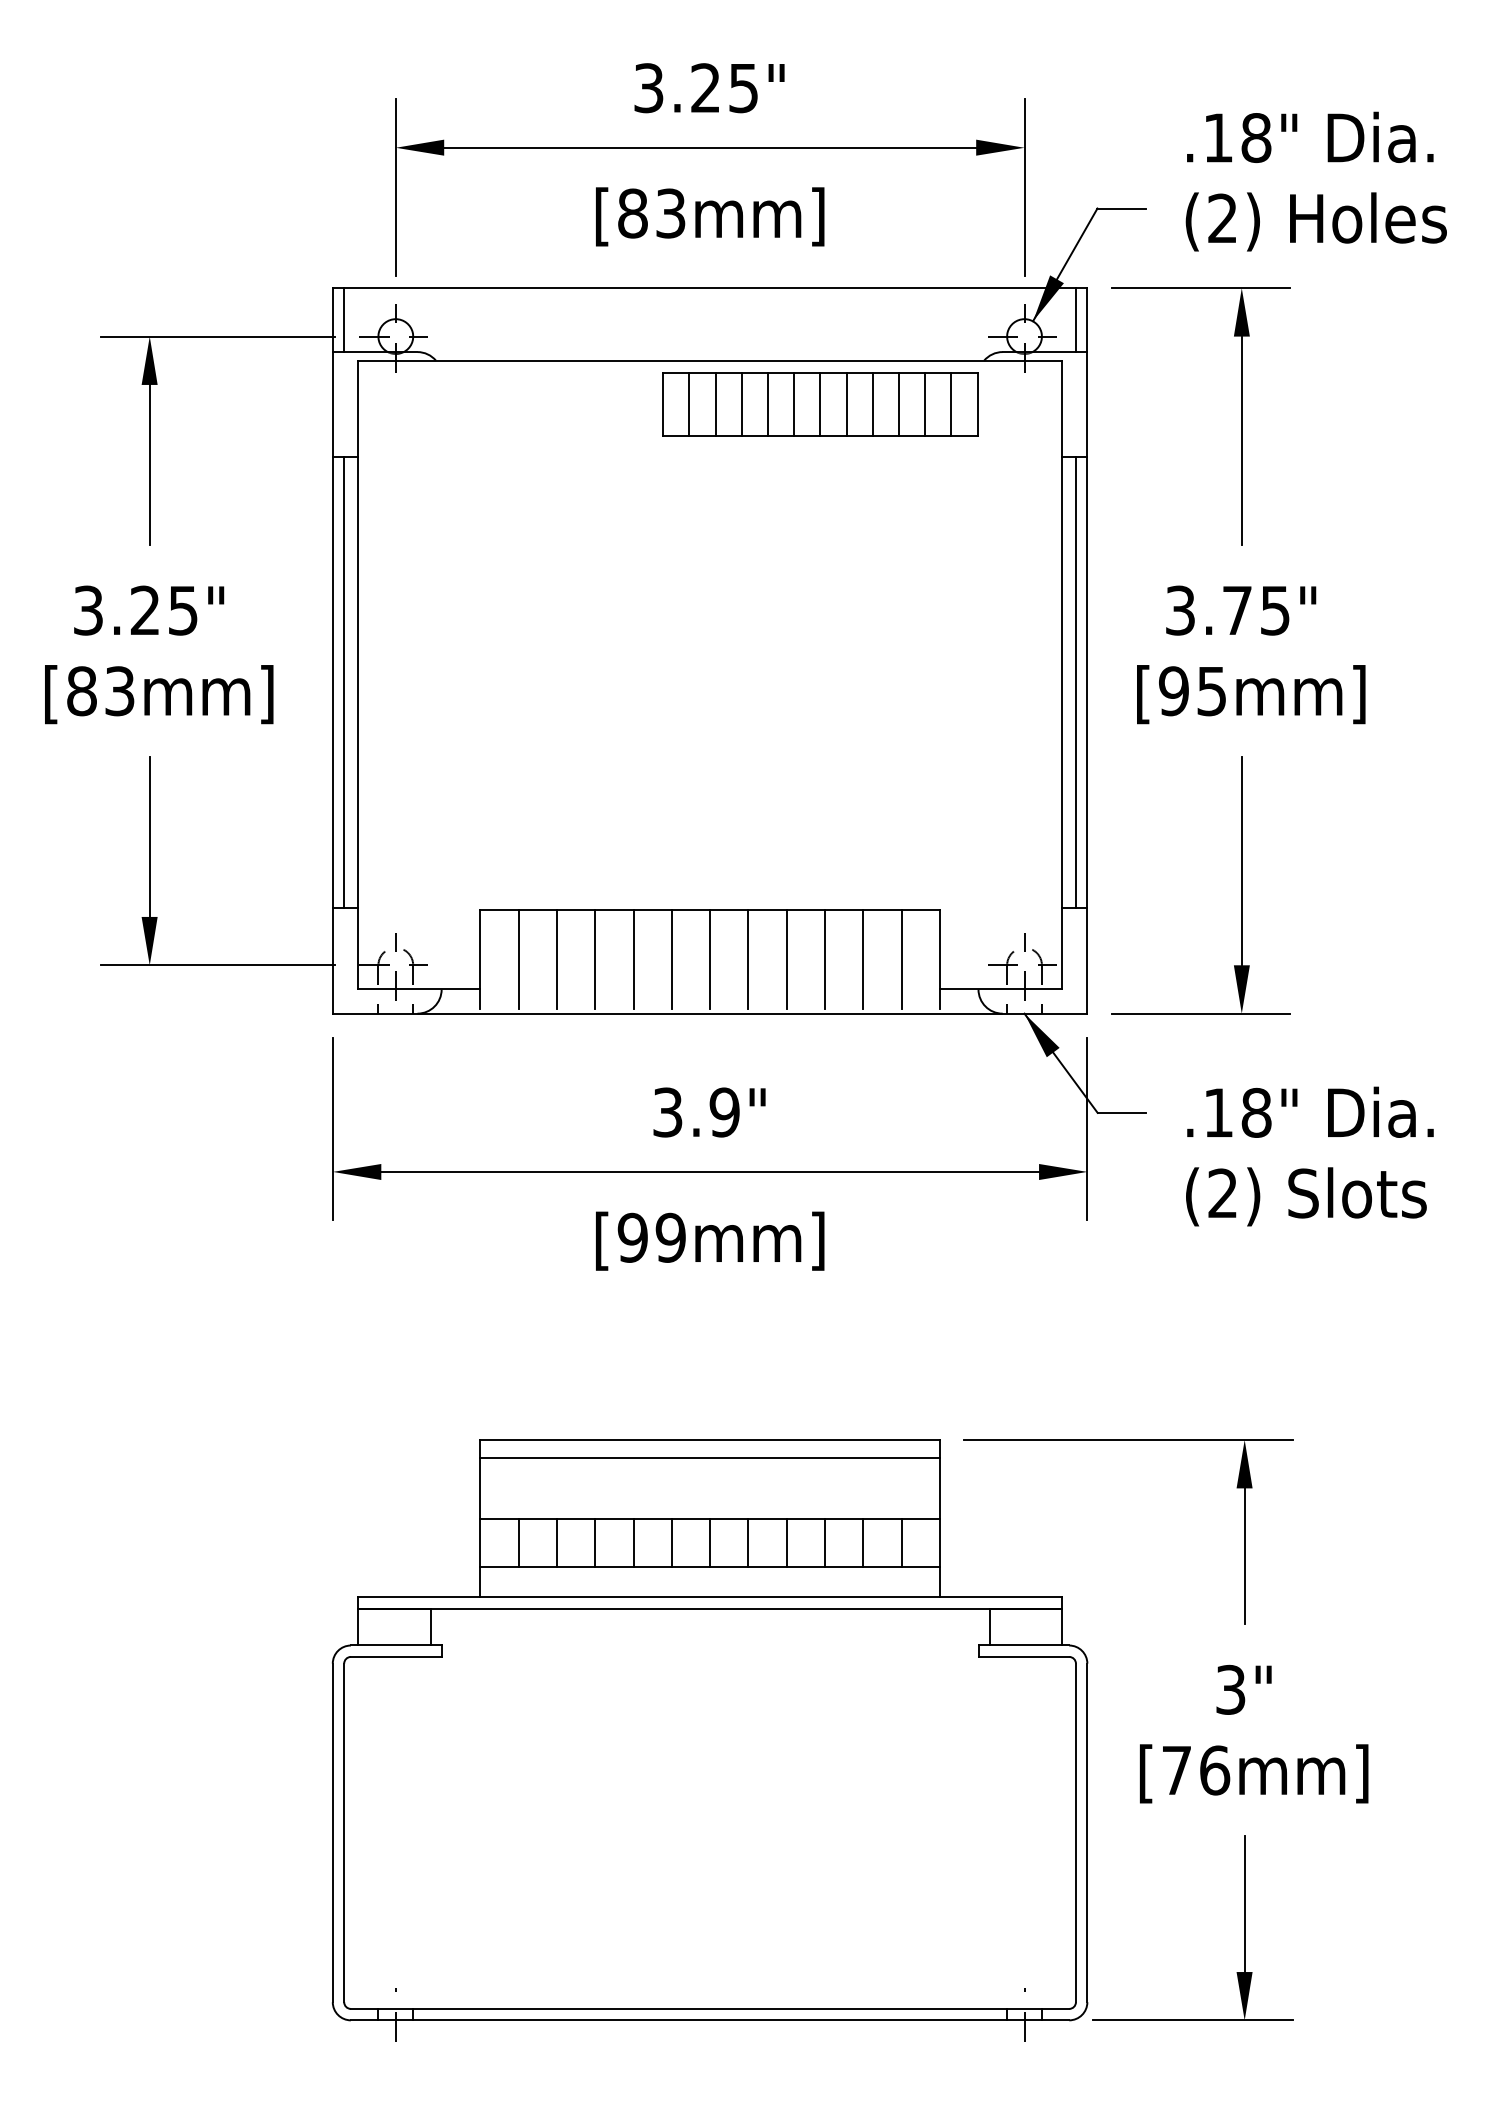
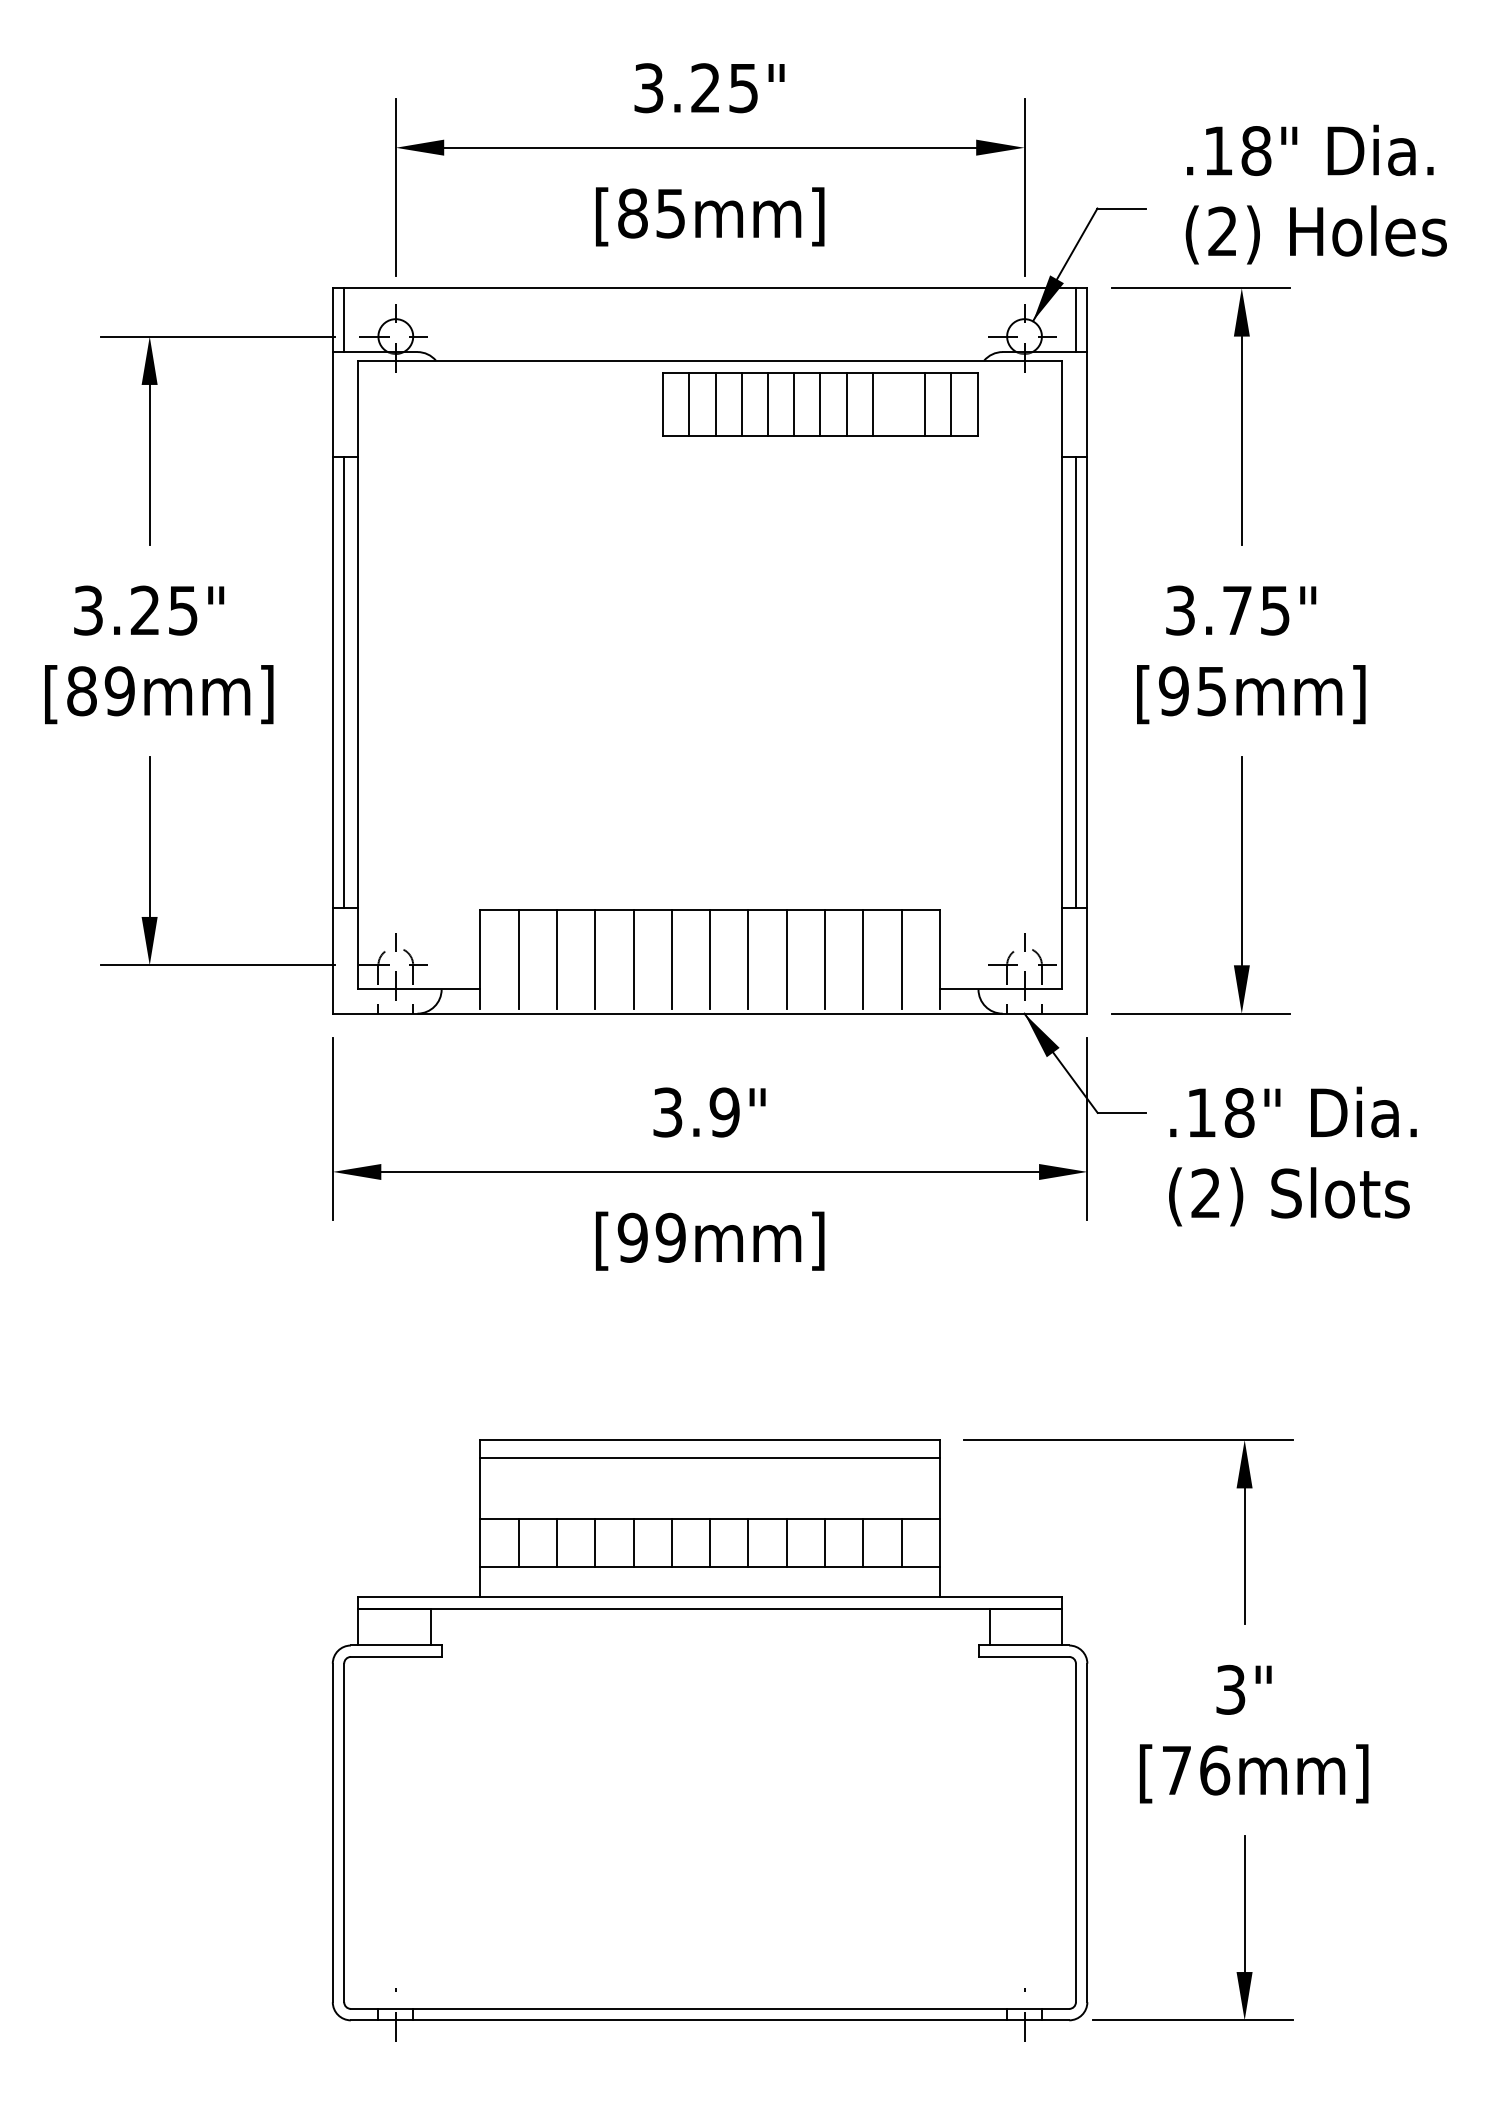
text at (1315, 181) position: (1315, 181) -> (1315, 194)
text at (671, 212): [83mm] -> [85mm]
line at (898, 403): present -> none
text at (119, 691): [83mm] -> [89mm]
text at (1309, 1156) position: (1309, 1156) -> (1292, 1156)
